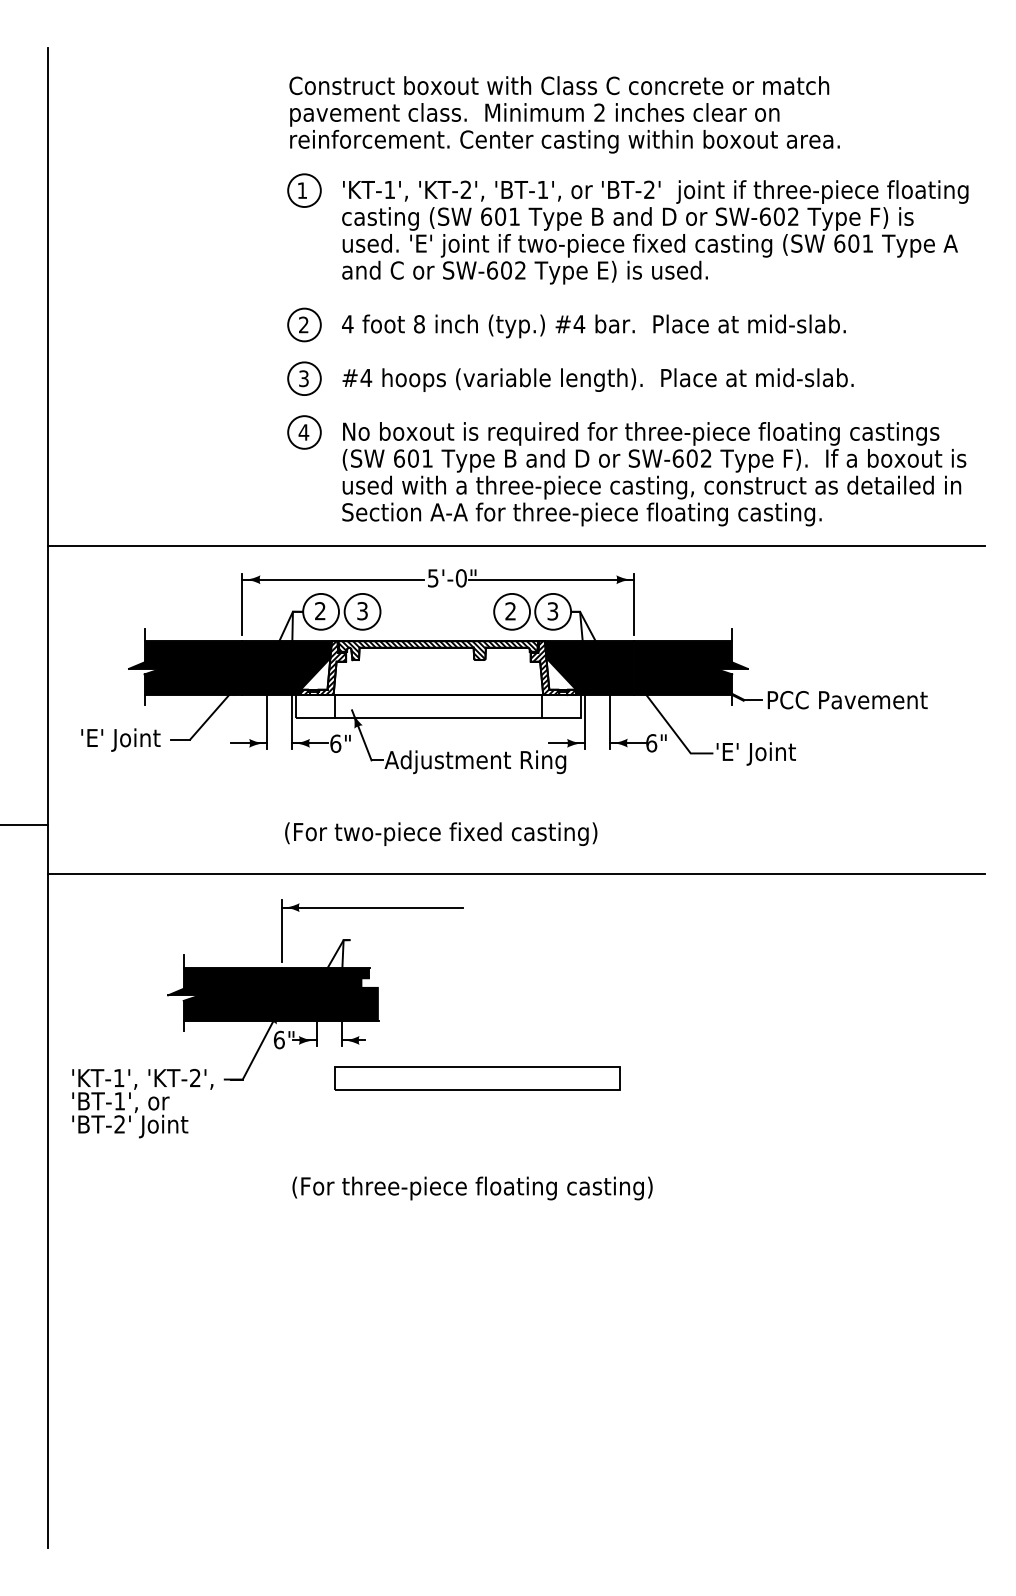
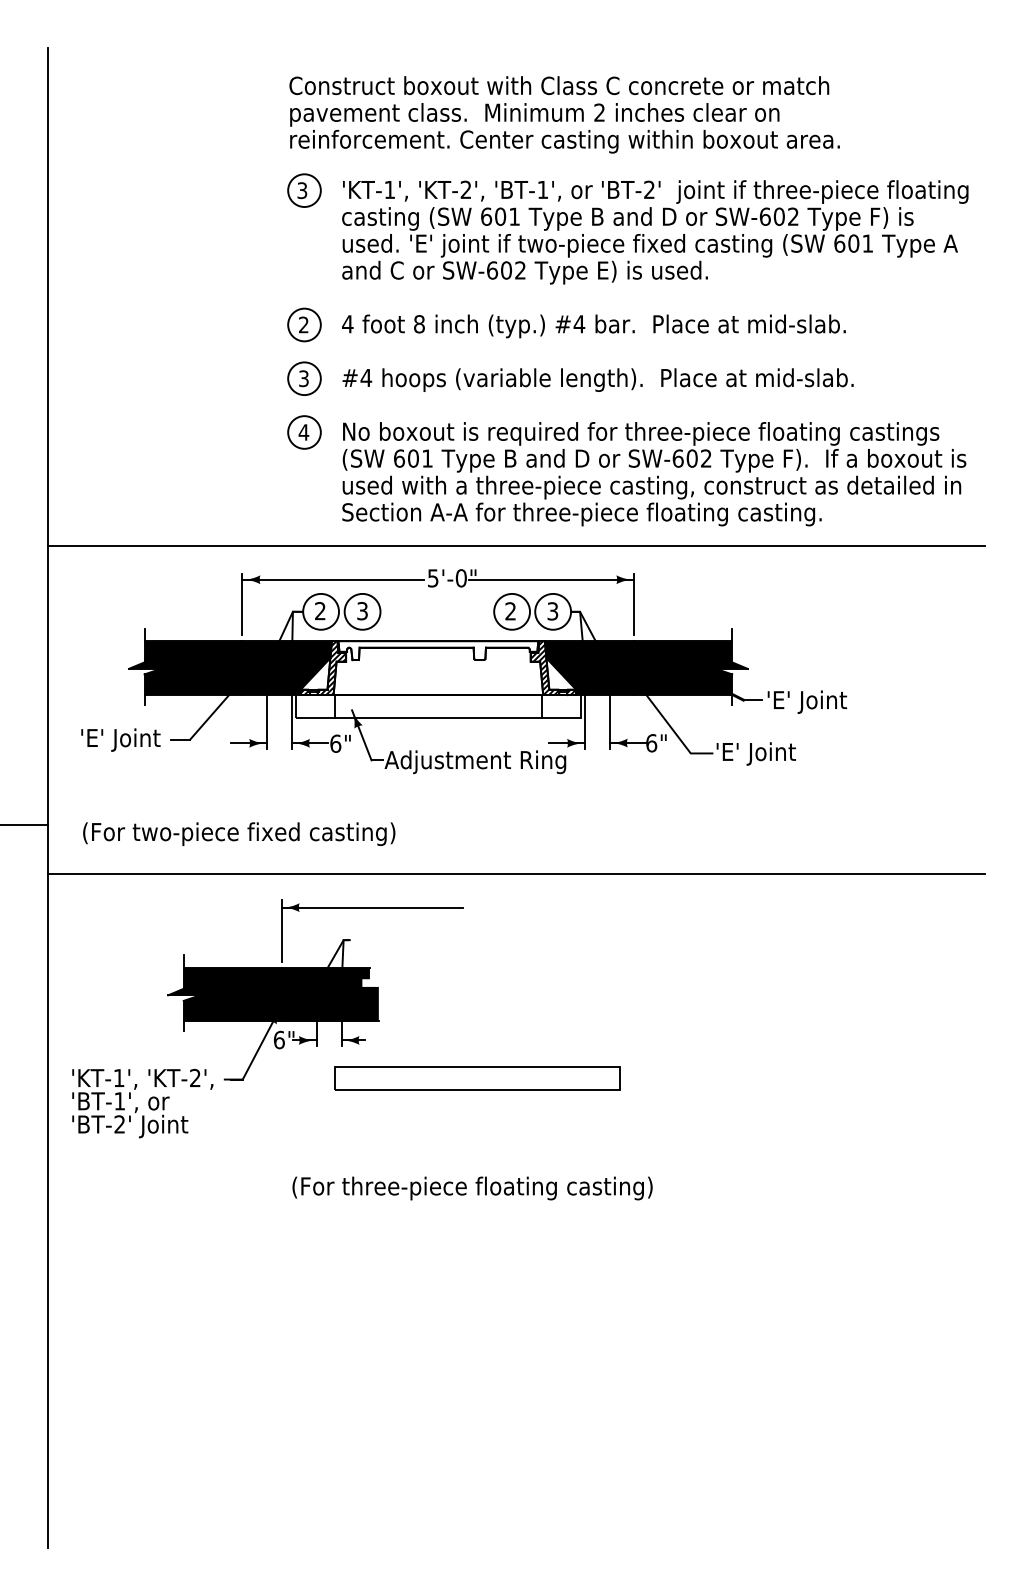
text at (302, 190): 1 -> 3
hatch at (438, 650): present -> none
text at (847, 701): PCC Pavement -> 'E' Joint
text at (441, 833) position: (441, 833) -> (239, 833)
